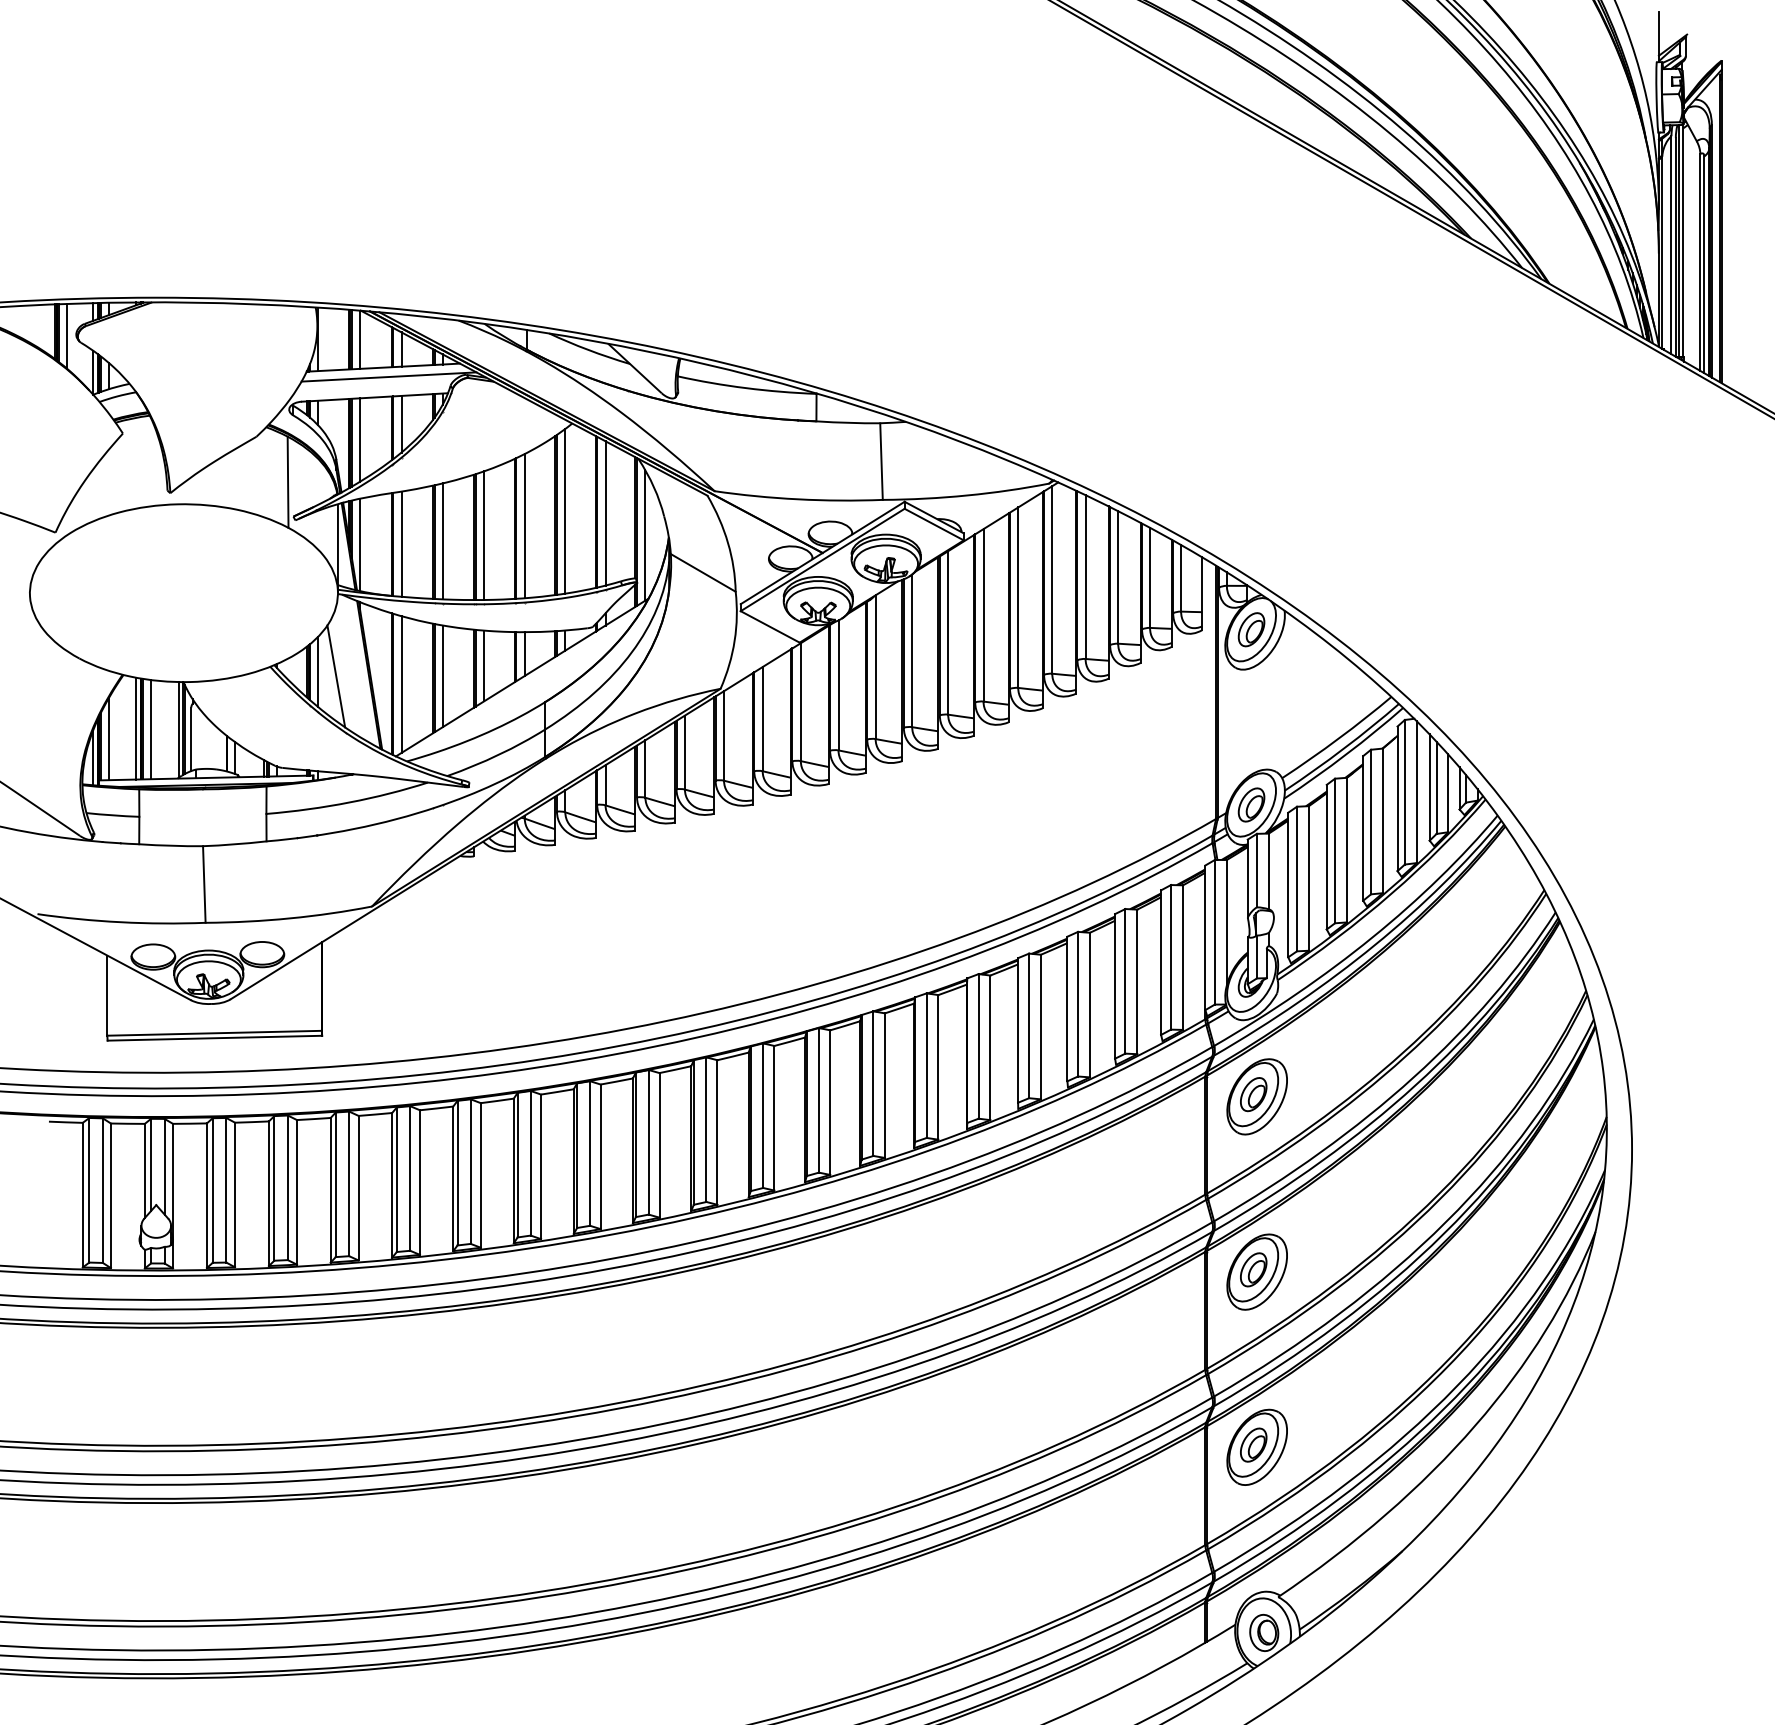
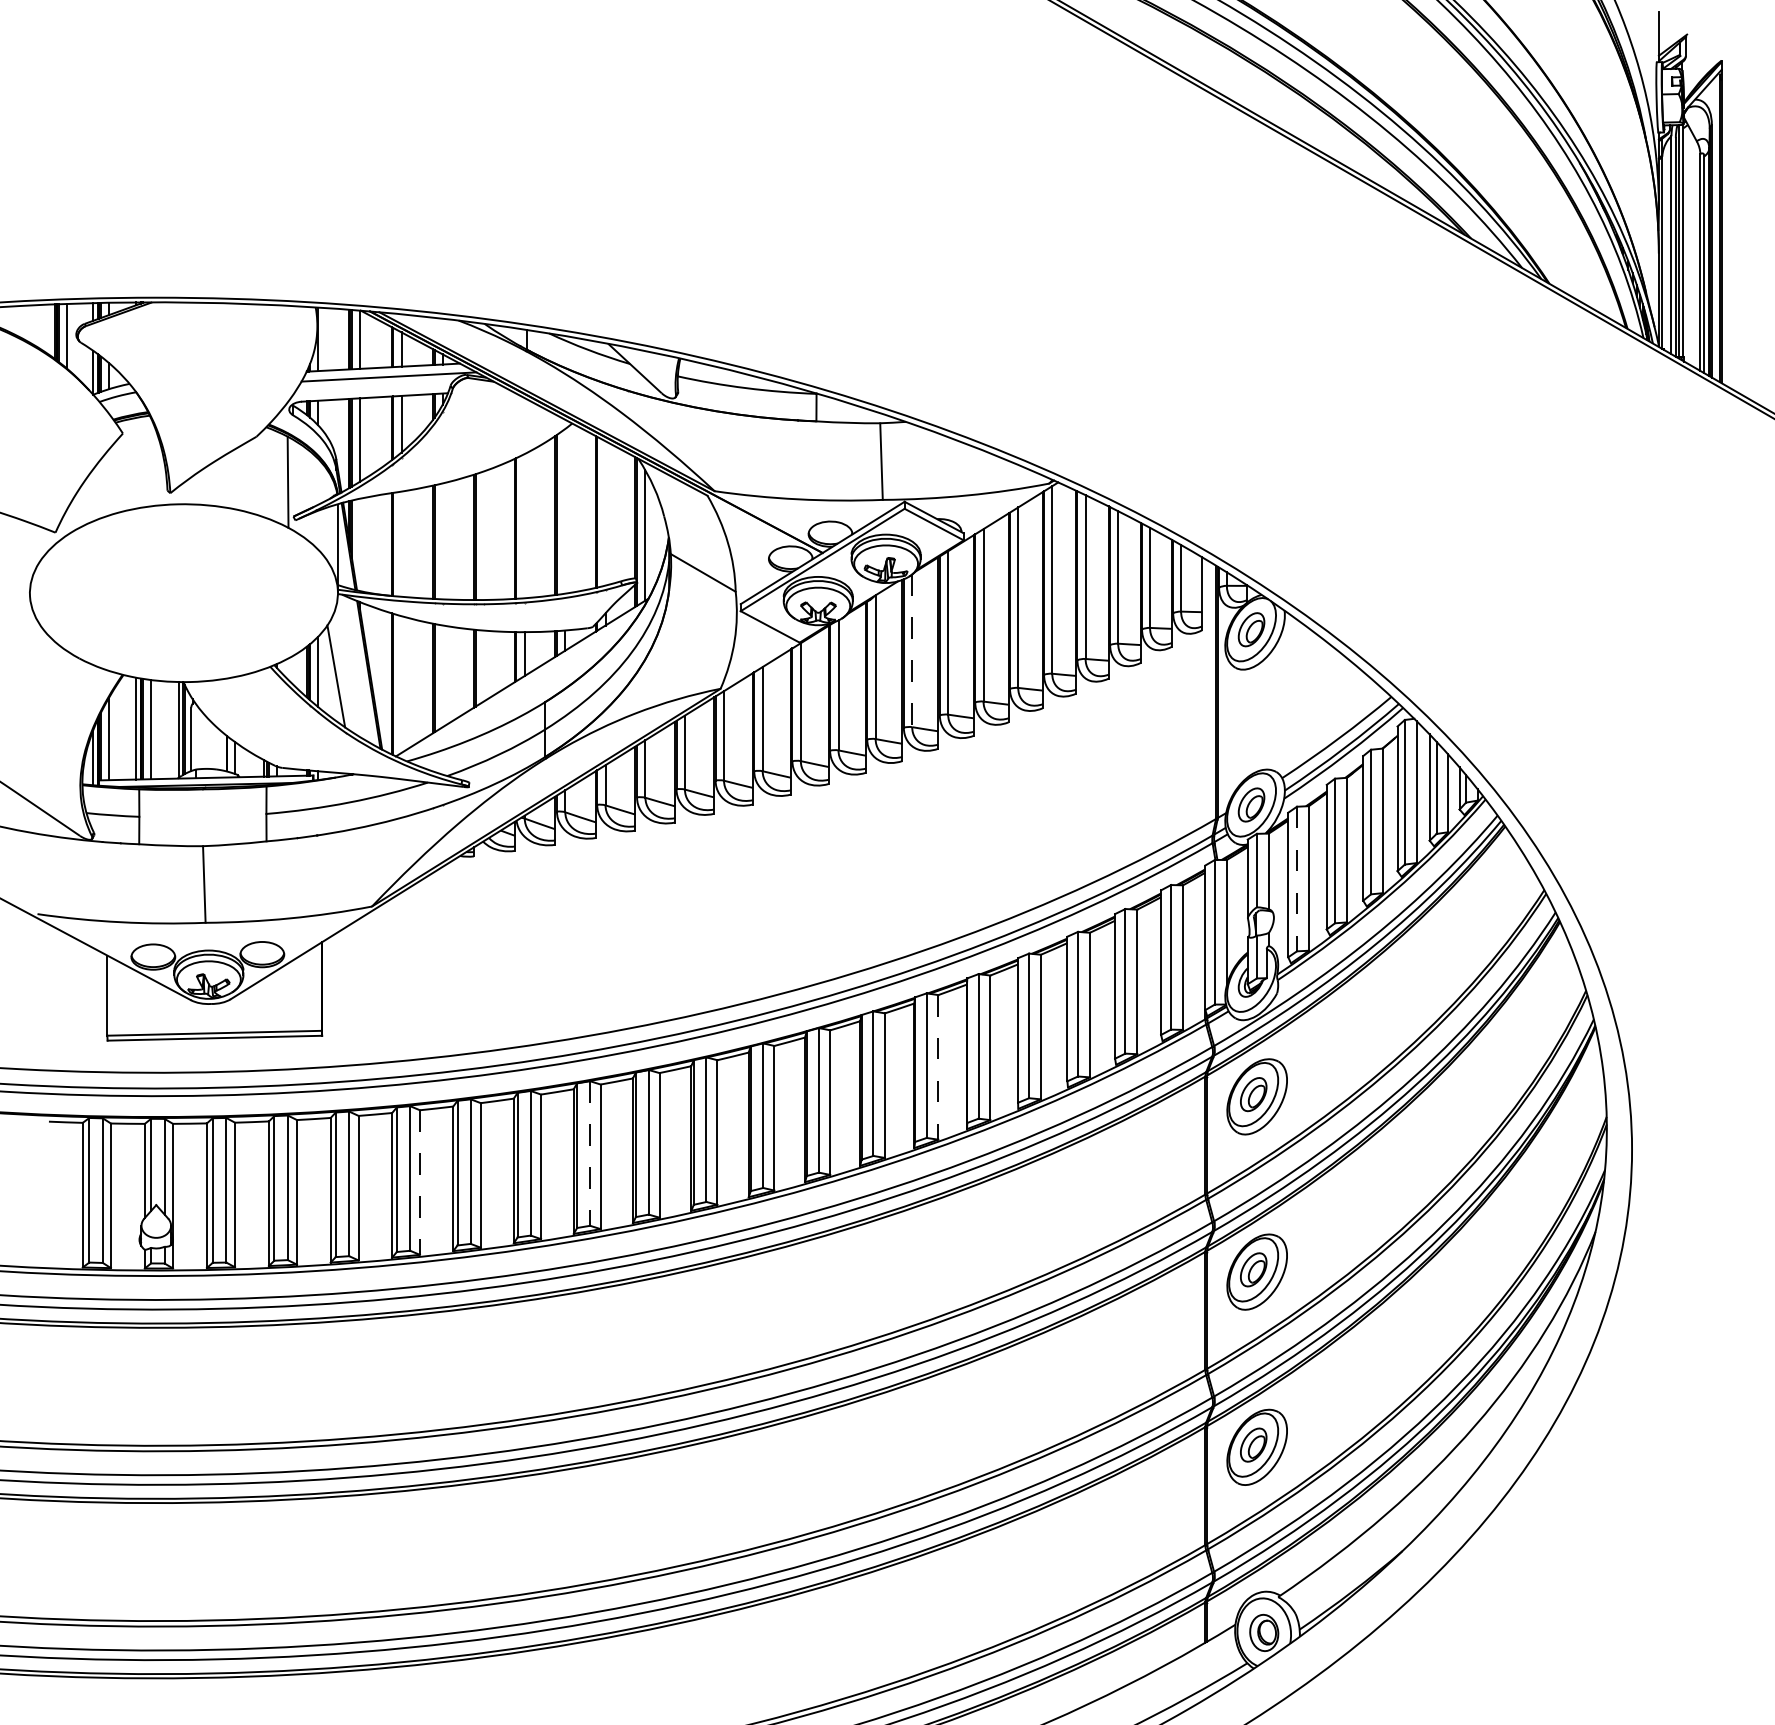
line at (565, 510): present -> none
line at (605, 513): present -> none
line at (524, 526): present -> none
line at (483, 535): present -> none
line at (442, 541): present -> none
line at (401, 543): present -> none
line at (359, 544): present -> none
line at (912, 651): solid -> dashed
line at (483, 665): present -> none
line at (442, 676): present -> none
line at (401, 684): present -> none
line at (1296, 879): solid -> dashed
line at (938, 1067): solid -> dashed
line at (590, 1154): solid -> dashed
line at (419, 1183): solid -> dashed
